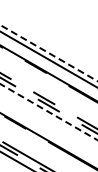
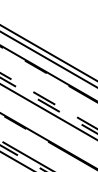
line at (49, 53): dashed -> solid
line at (49, 112): dashed -> solid
